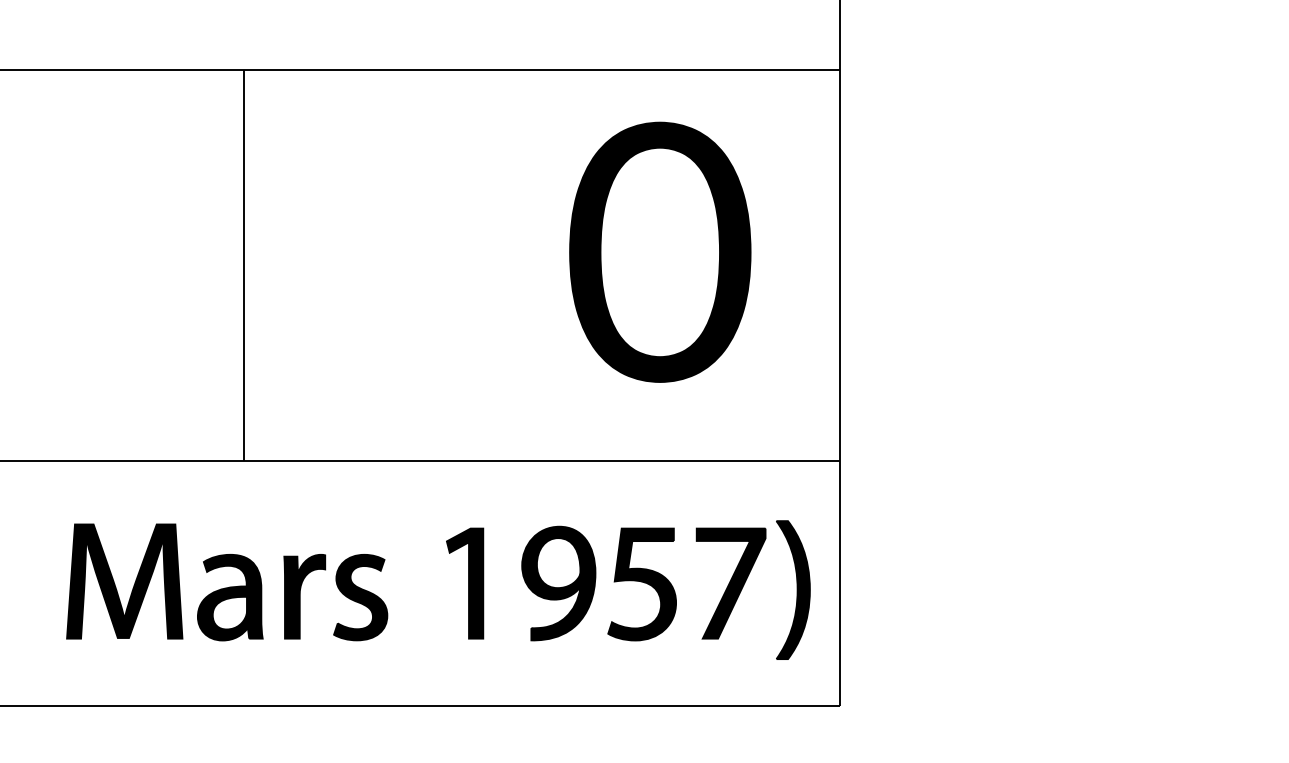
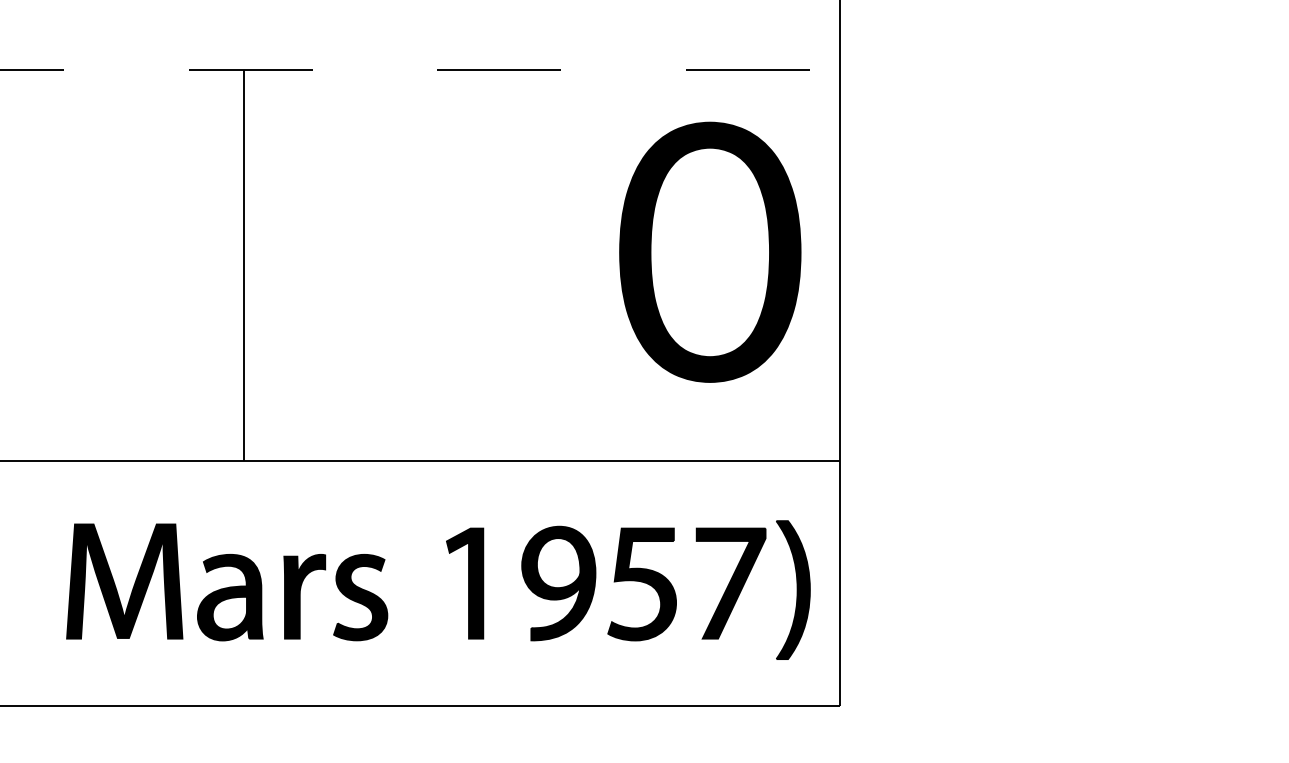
line at (420, 69): solid -> dashed
text at (660, 251) position: (660, 251) -> (710, 251)
